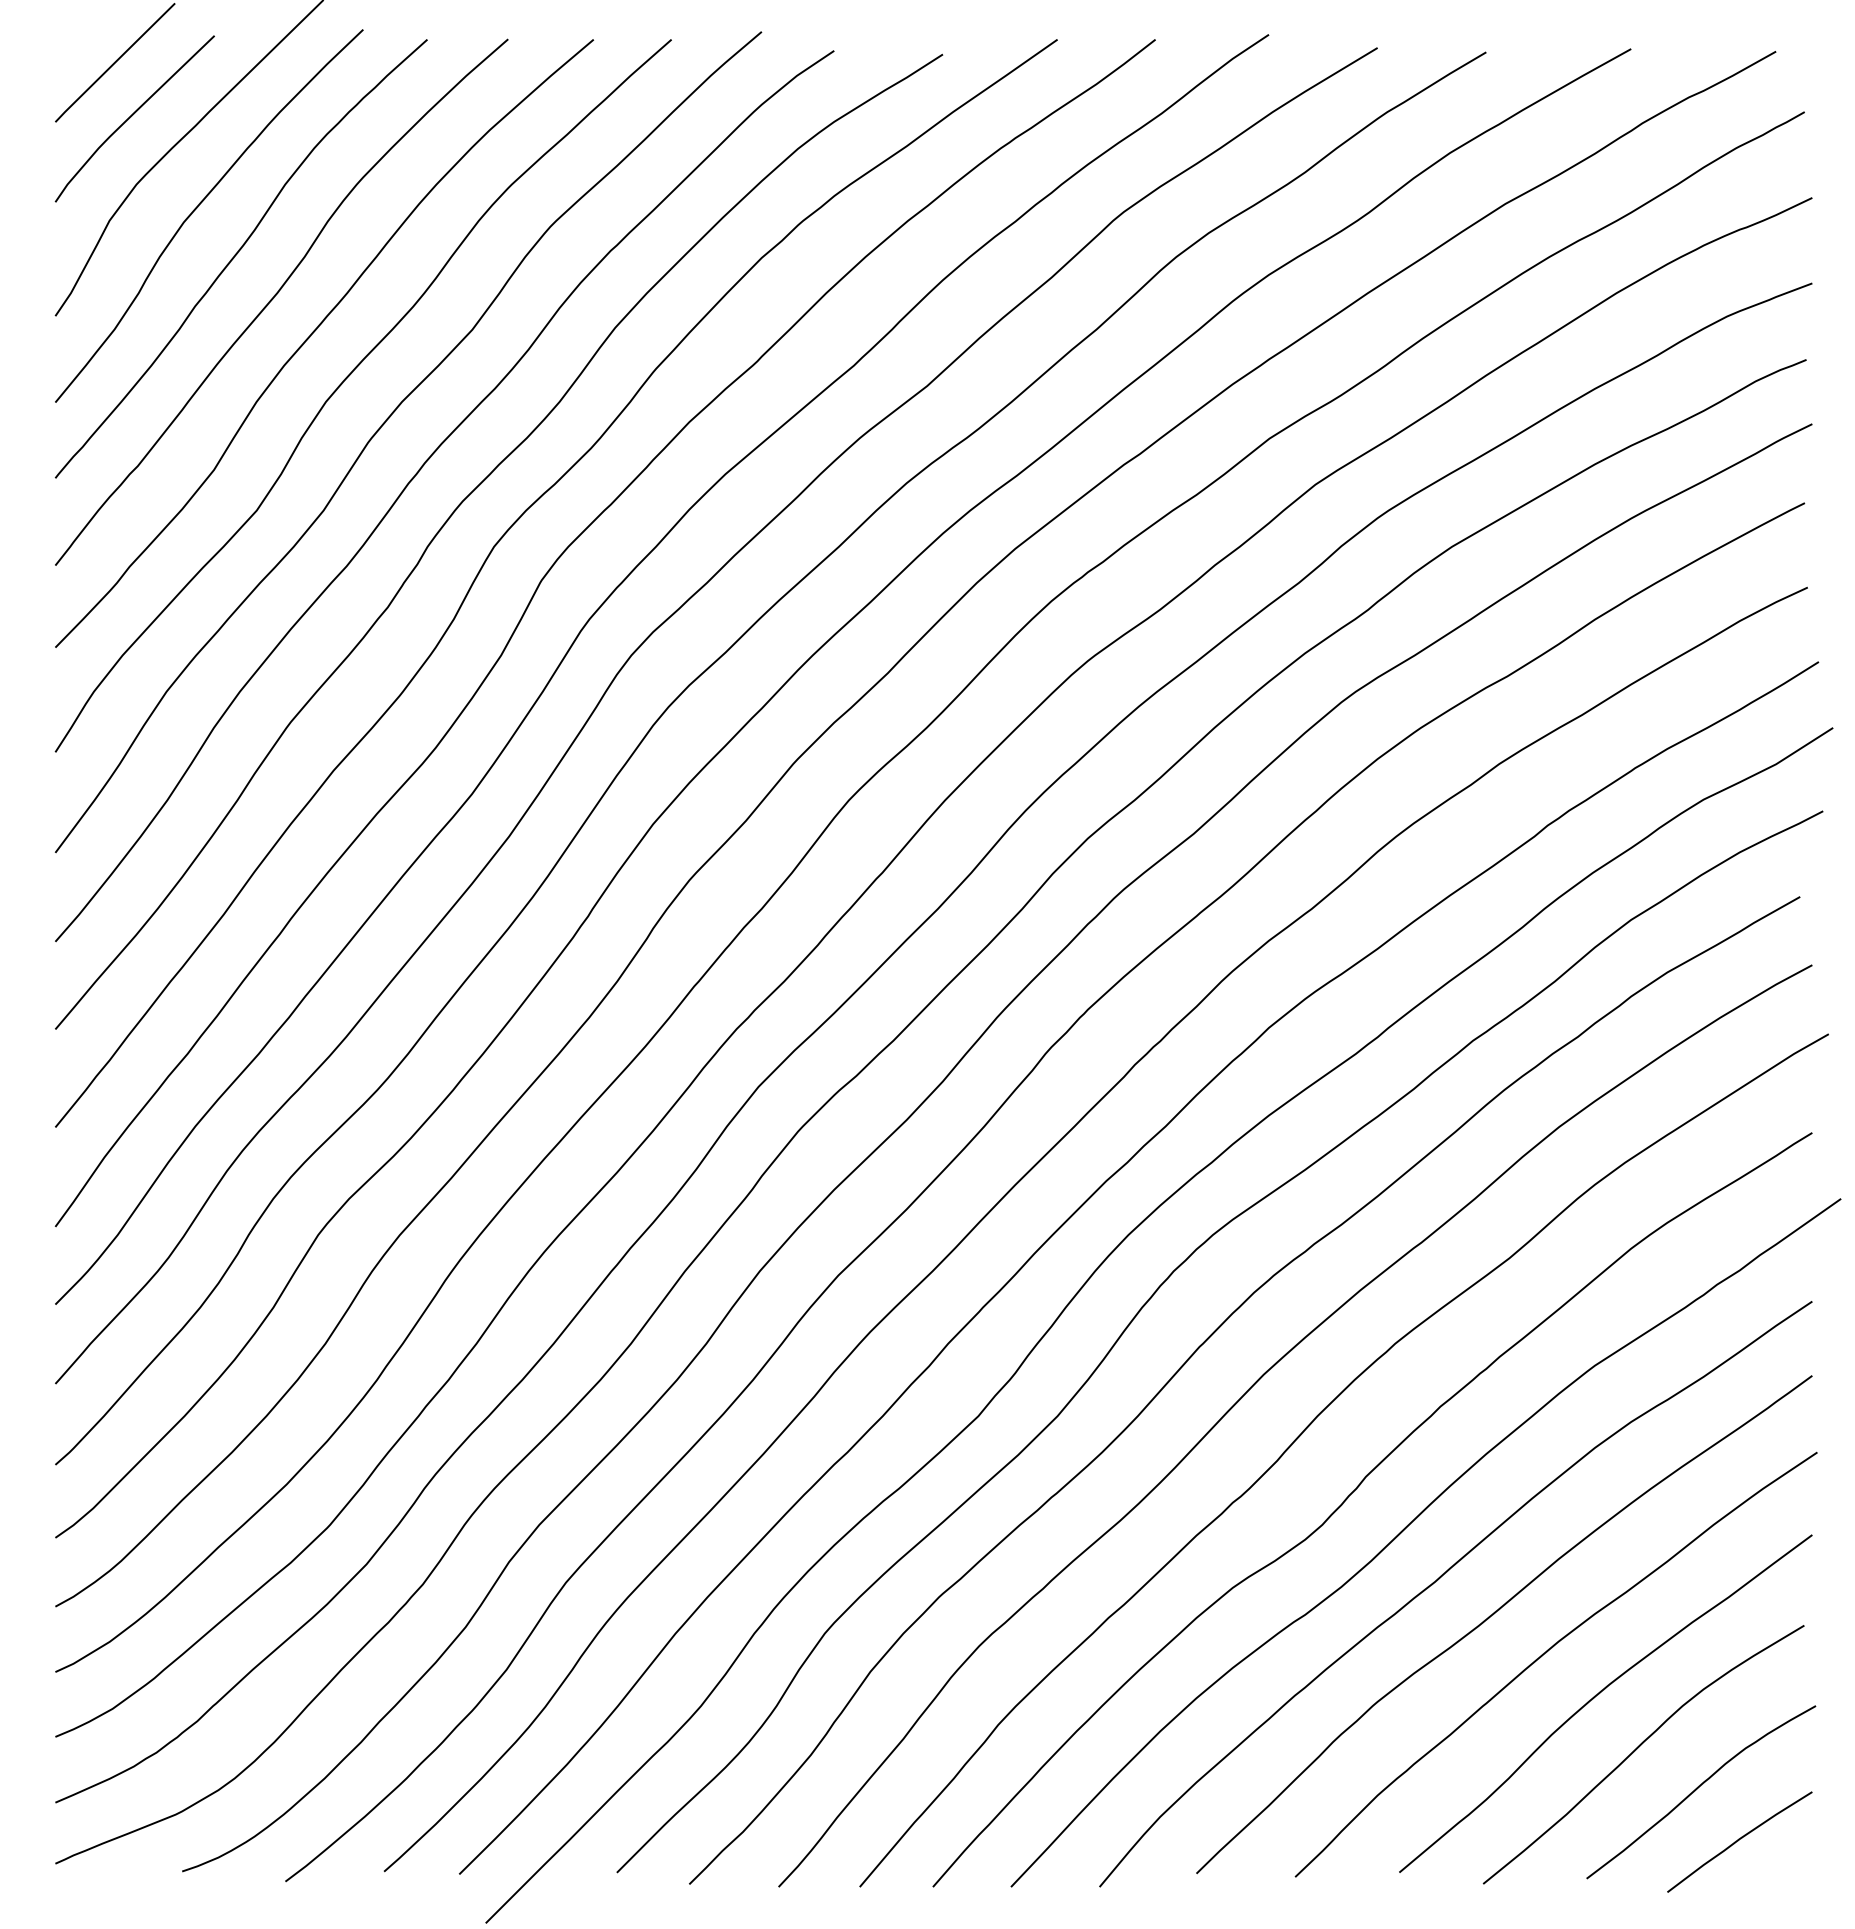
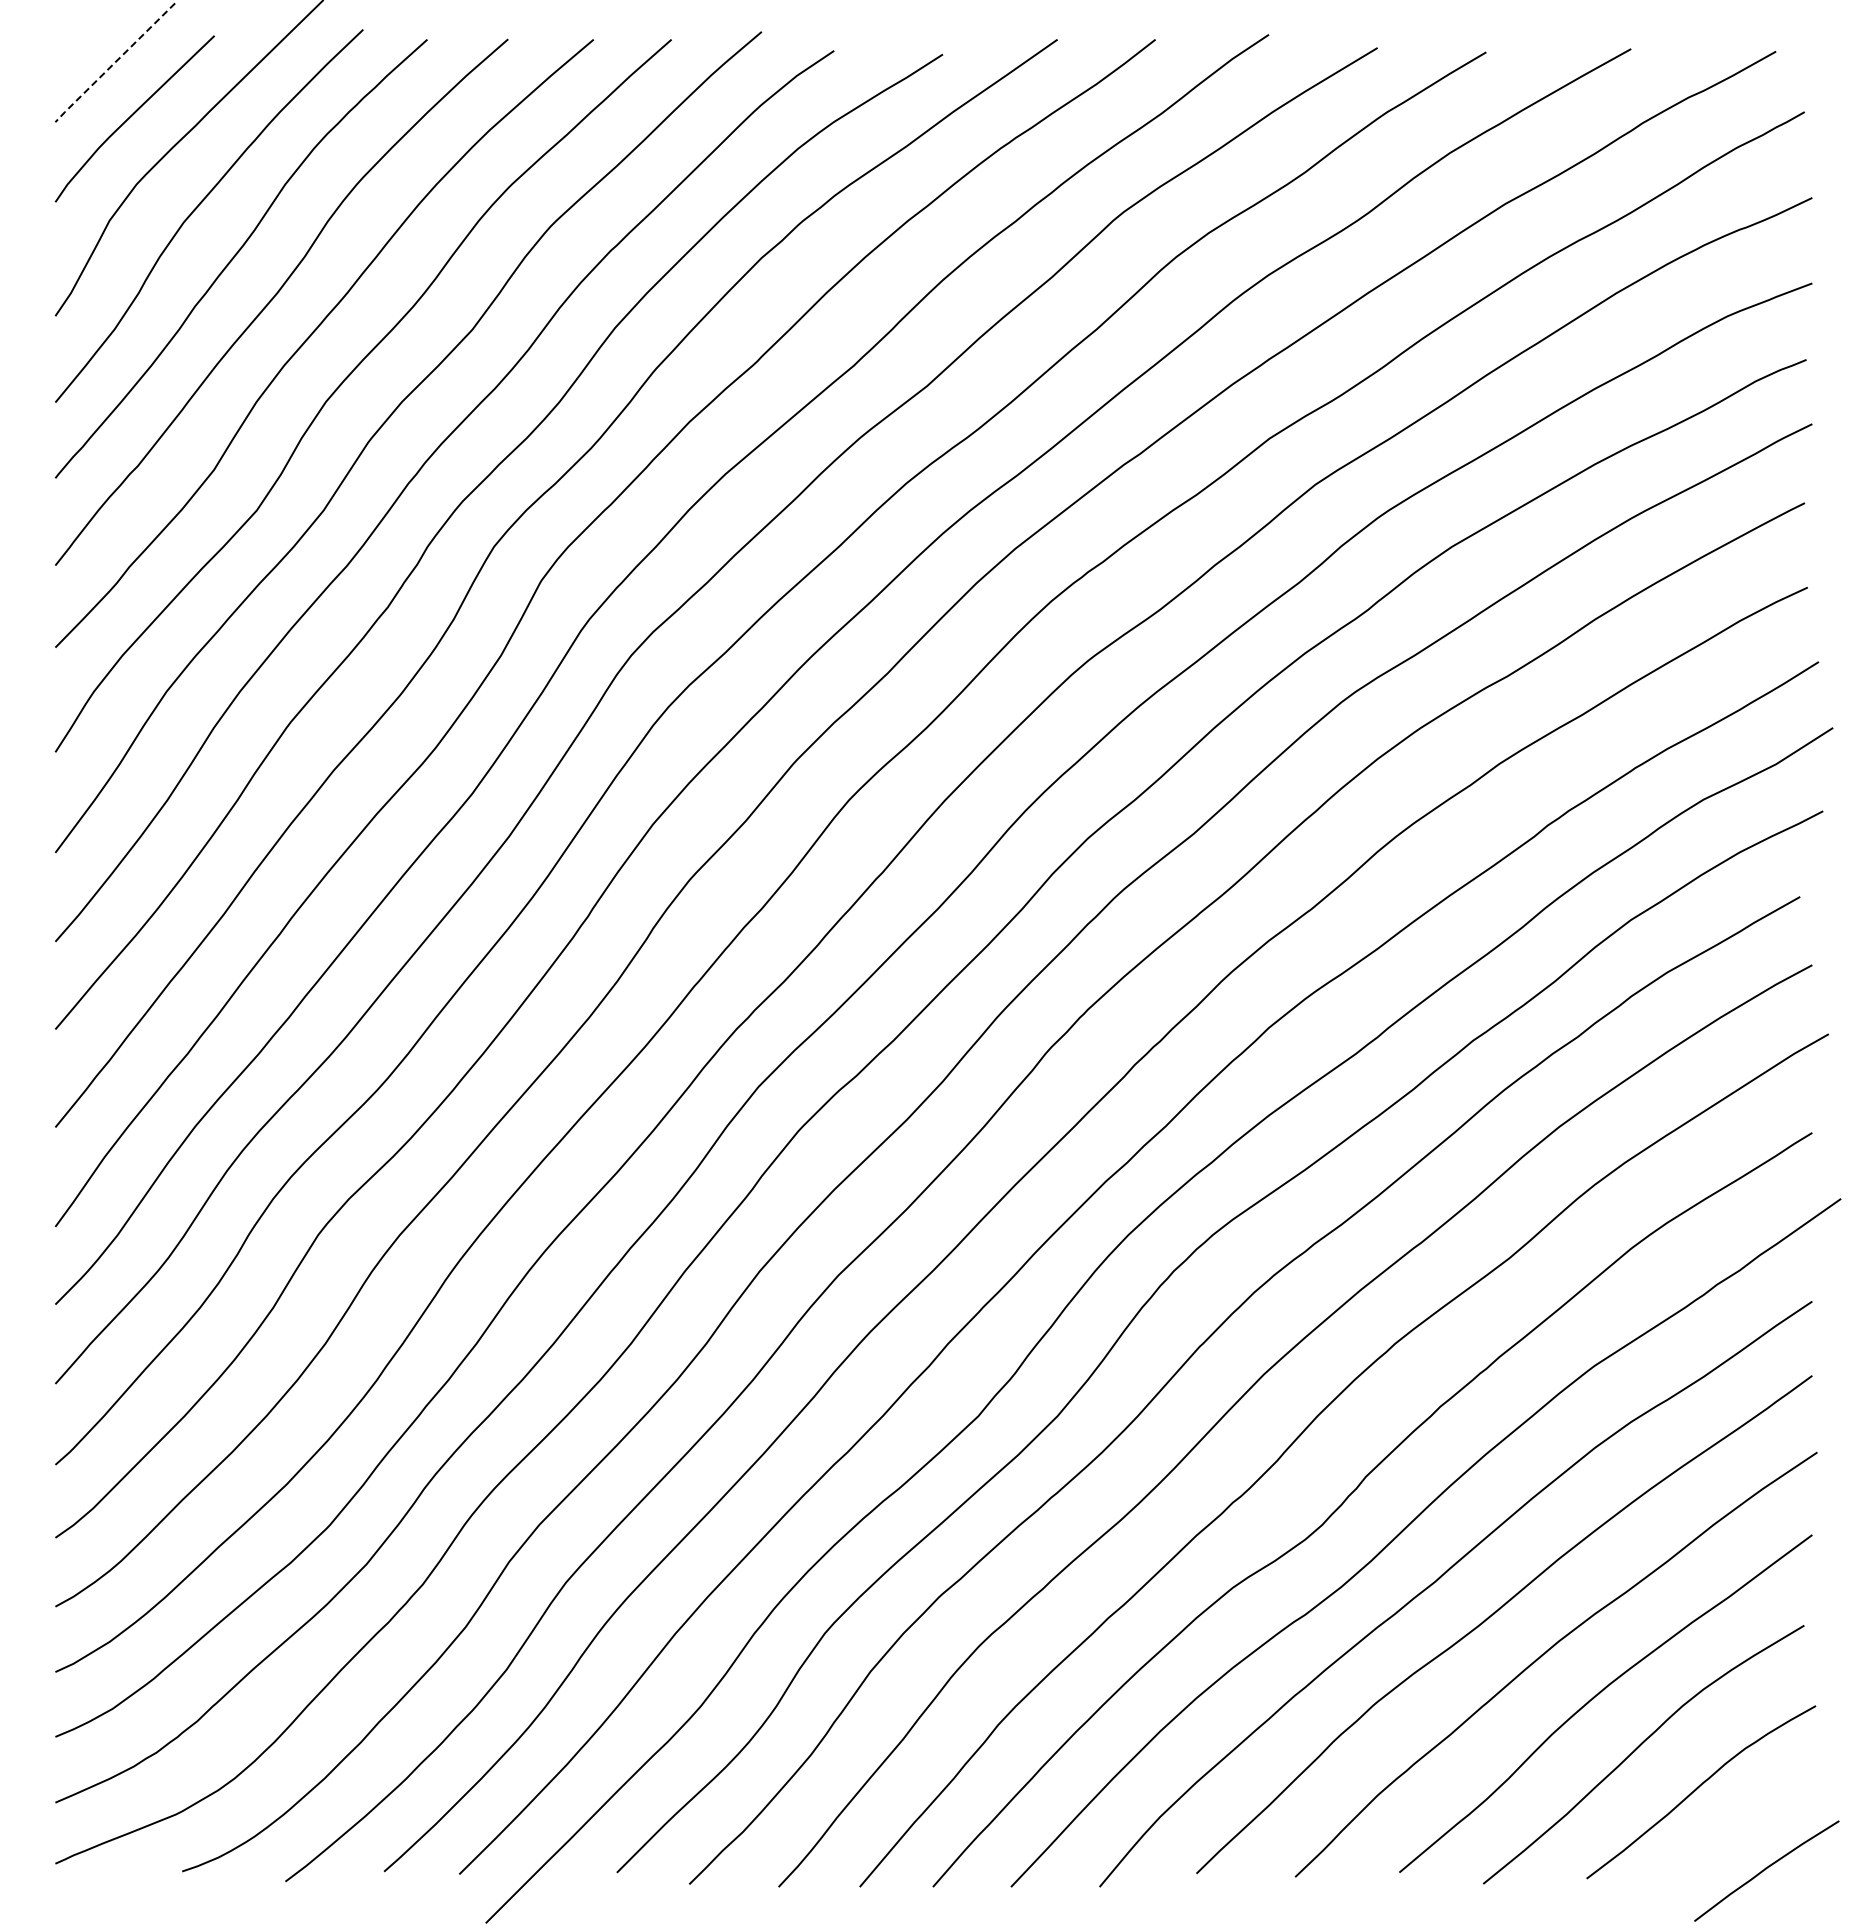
line at (114, 62): solid -> dashed
curve at (1739, 1840) position: (1739, 1840) -> (1766, 1869)
